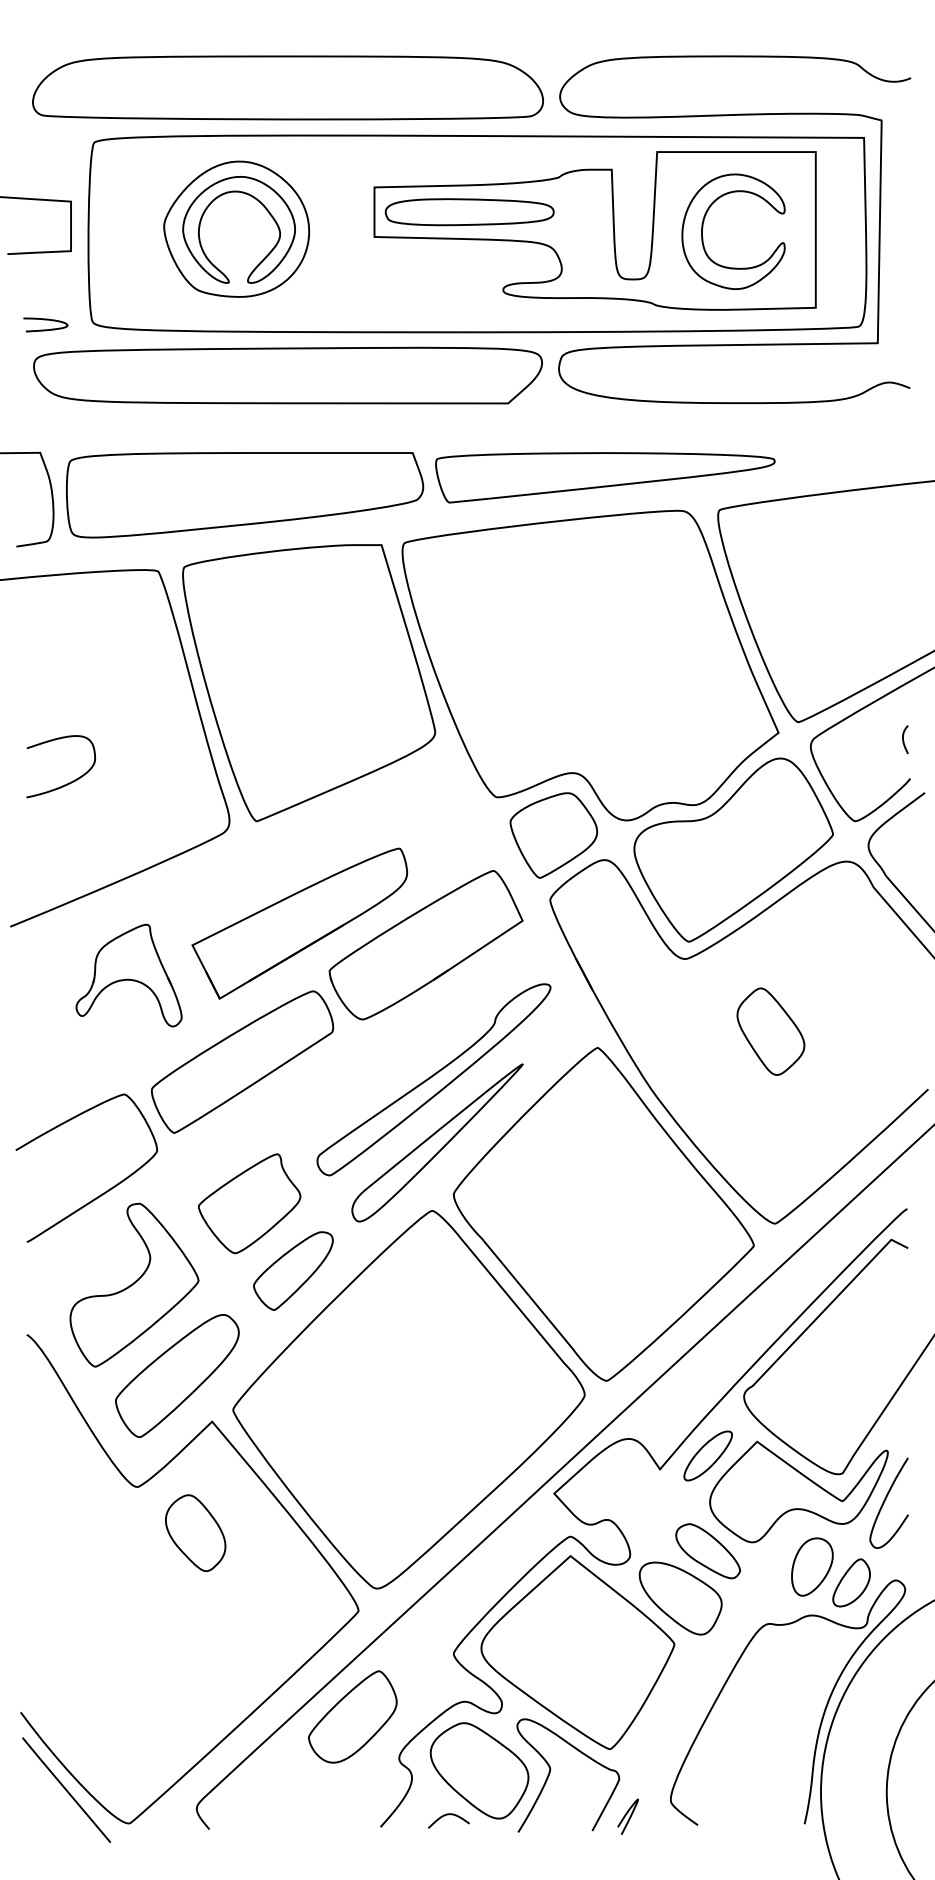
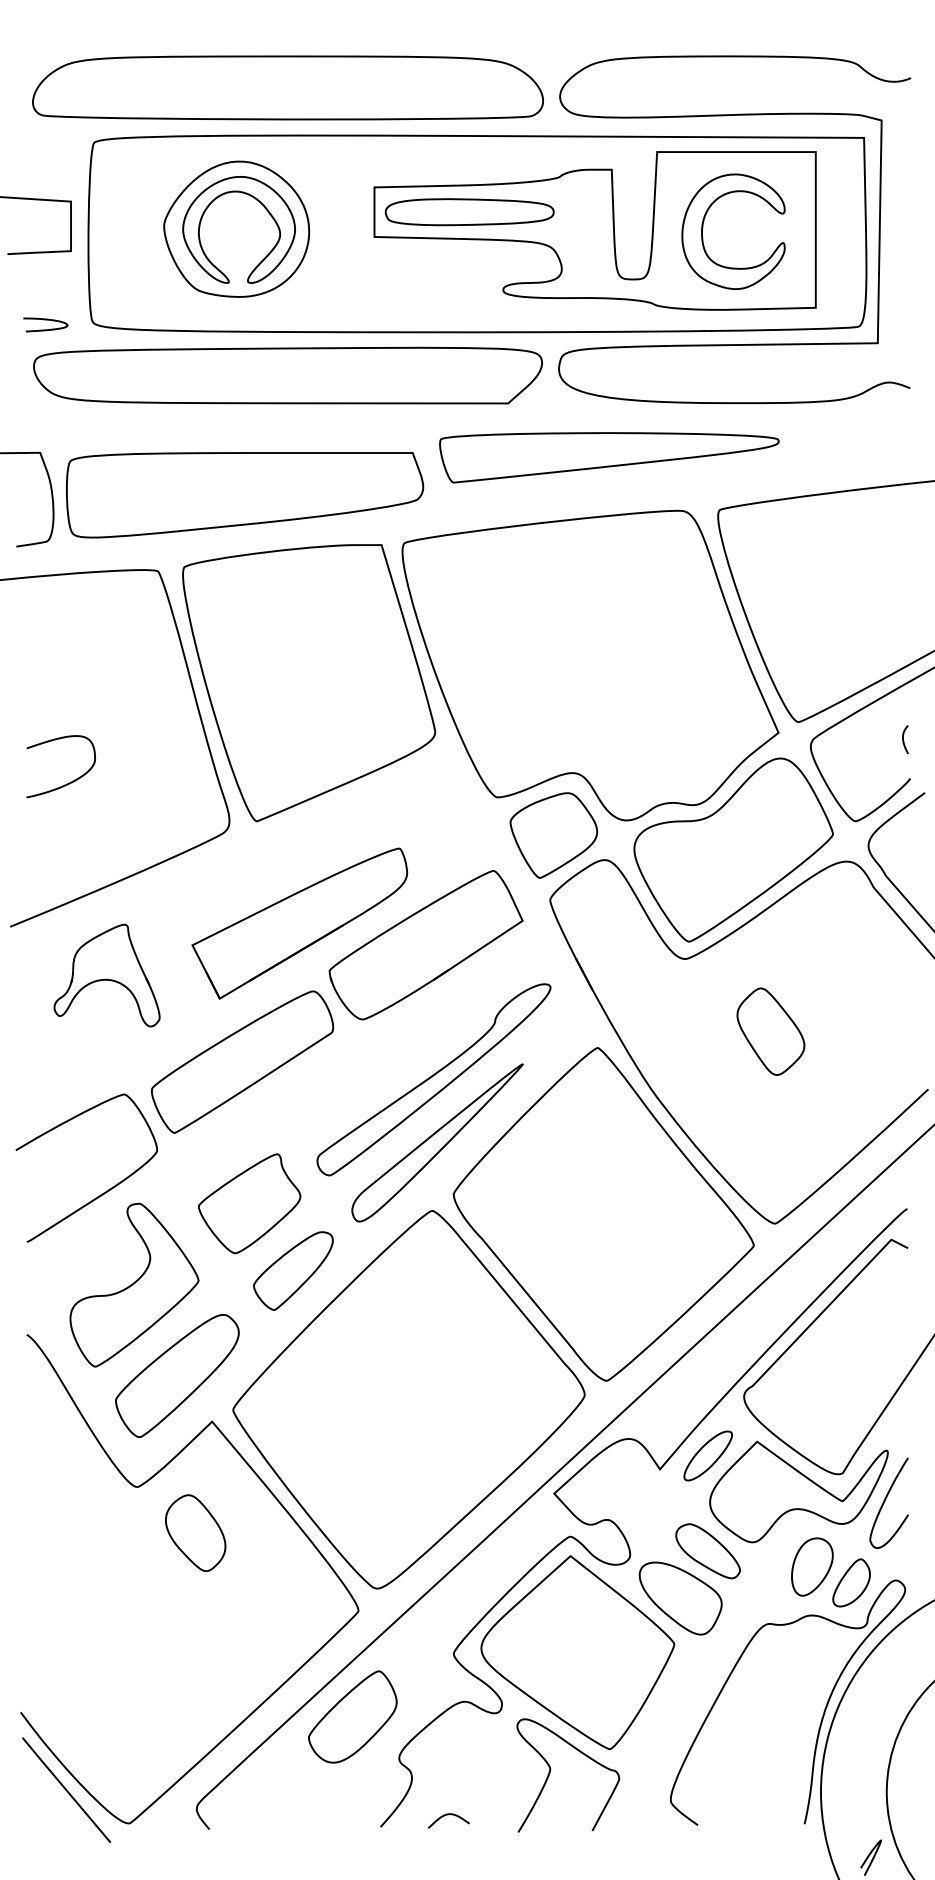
part at (605, 477) position: (605, 477) -> (609, 457)
part at (128, 975) position: (128, 975) -> (106, 975)
part at (479, 1770): present -> none
curve at (626, 1815) position: (626, 1815) -> (869, 1856)
